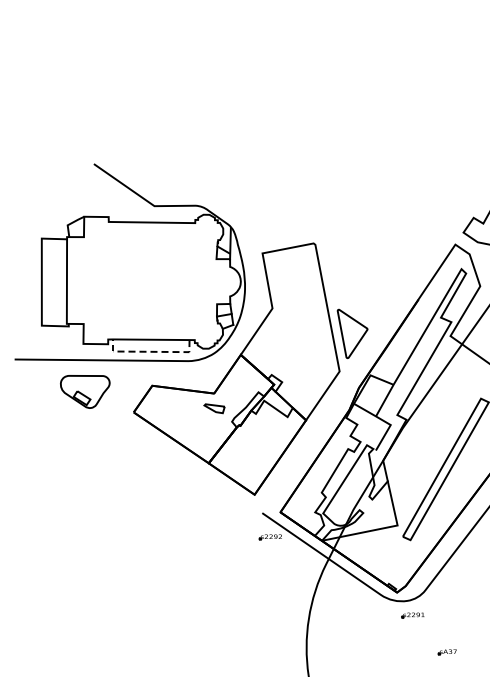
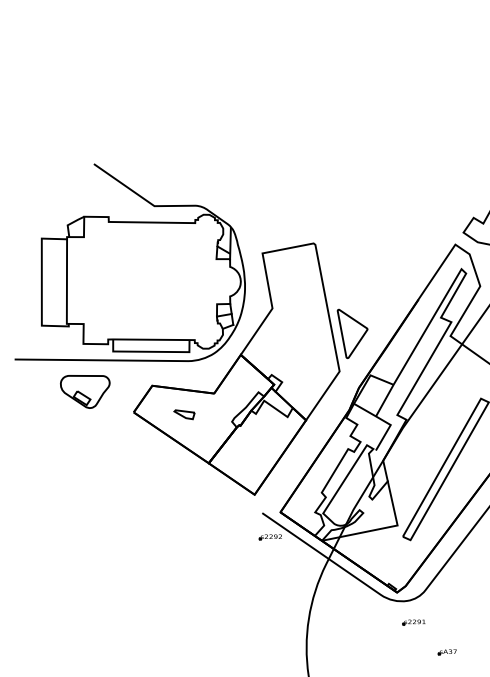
line at (150, 351): dashed -> solid
part at (214, 408) position: (214, 408) -> (184, 414)
part at (412, 615) position: (412, 615) -> (413, 622)
